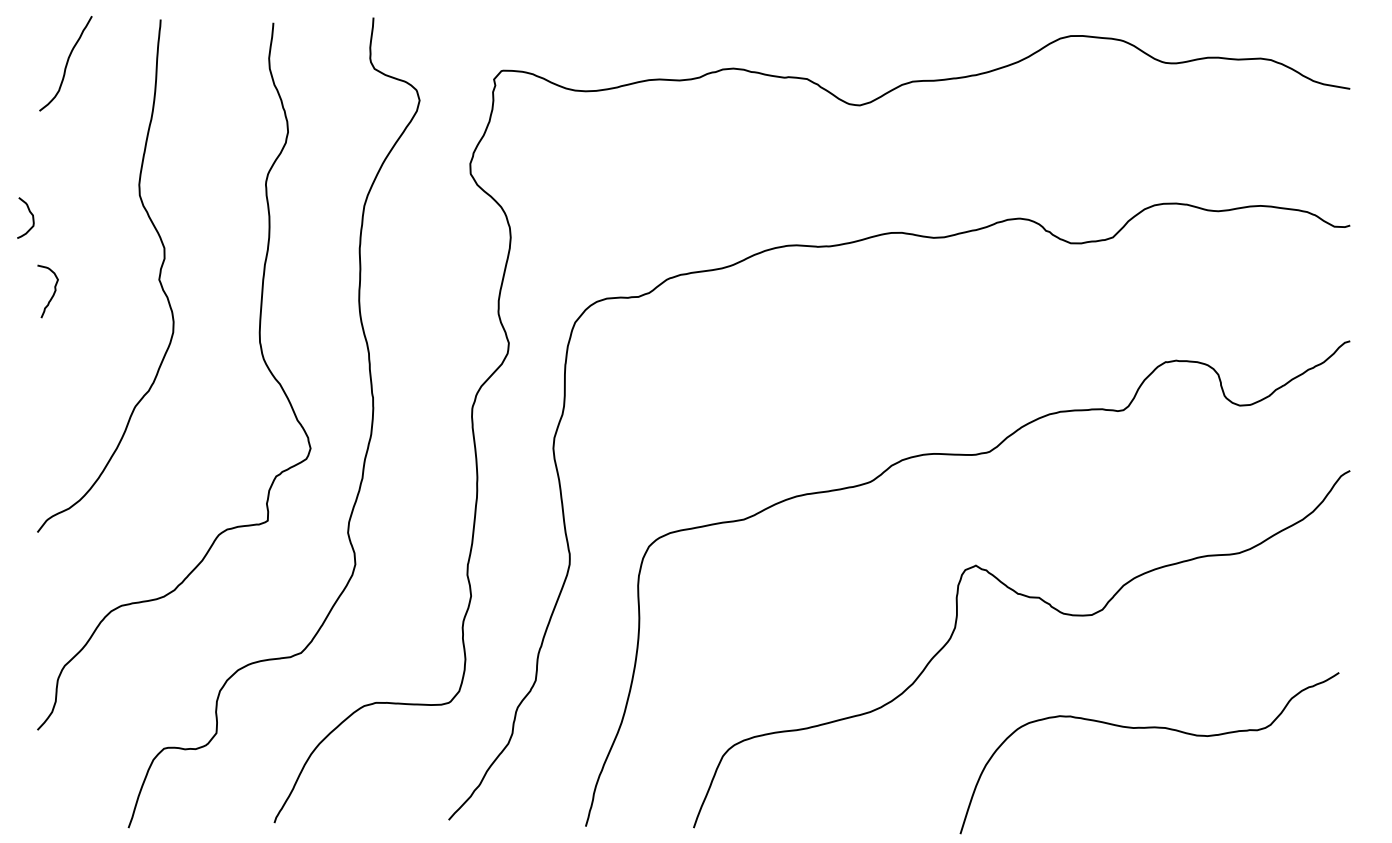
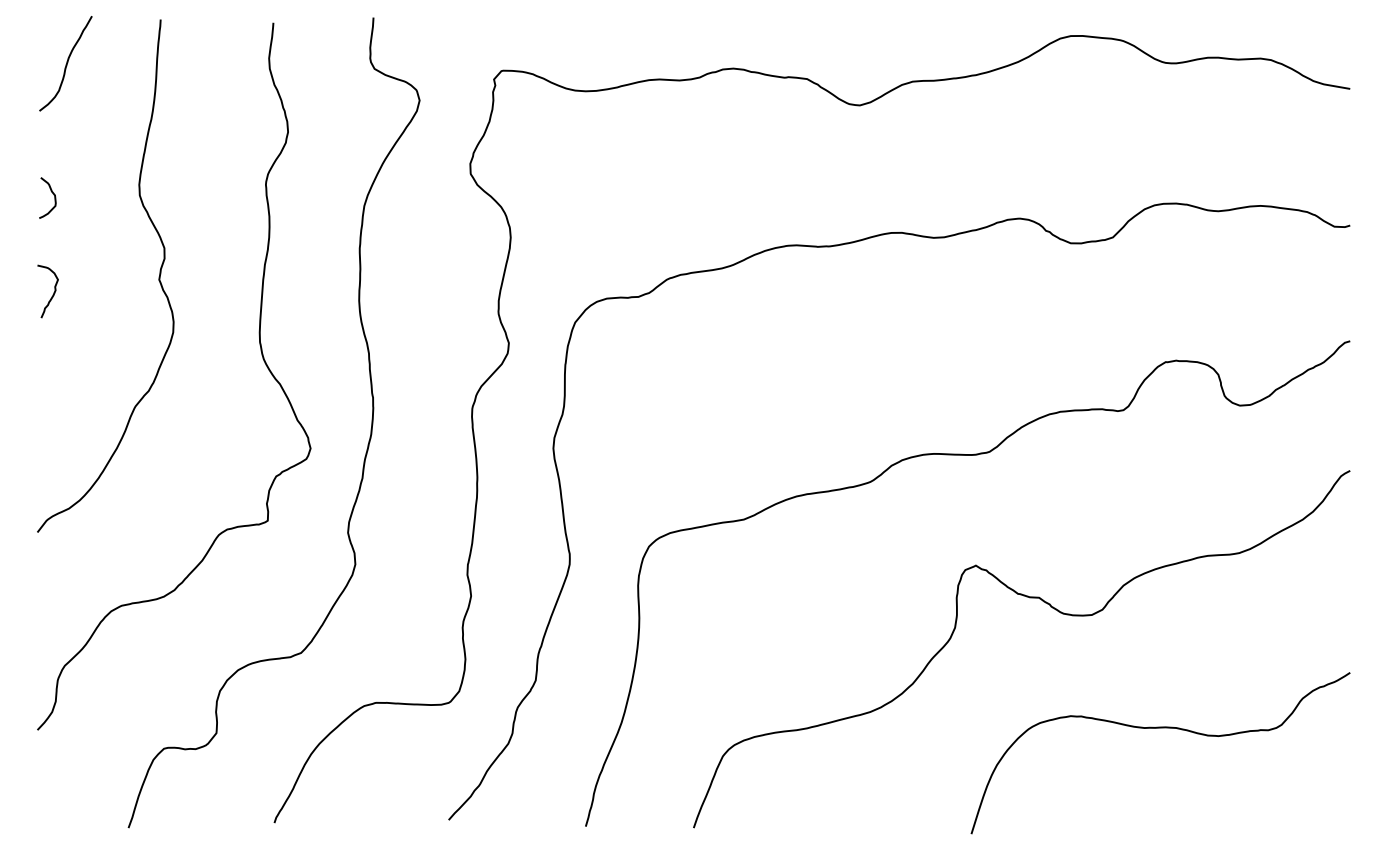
curve at (31, 215) position: (31, 215) -> (53, 195)
curve at (1149, 728) position: (1149, 728) -> (1160, 728)
